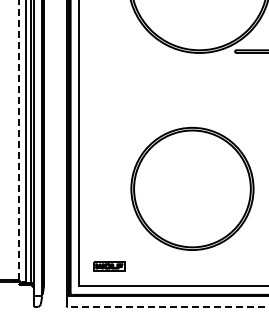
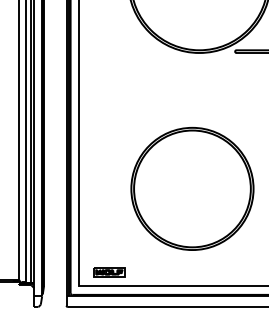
line at (19, 139): dashed -> solid
part at (109, 266) position: (109, 266) -> (109, 272)
line at (167, 307): dashed -> solid
